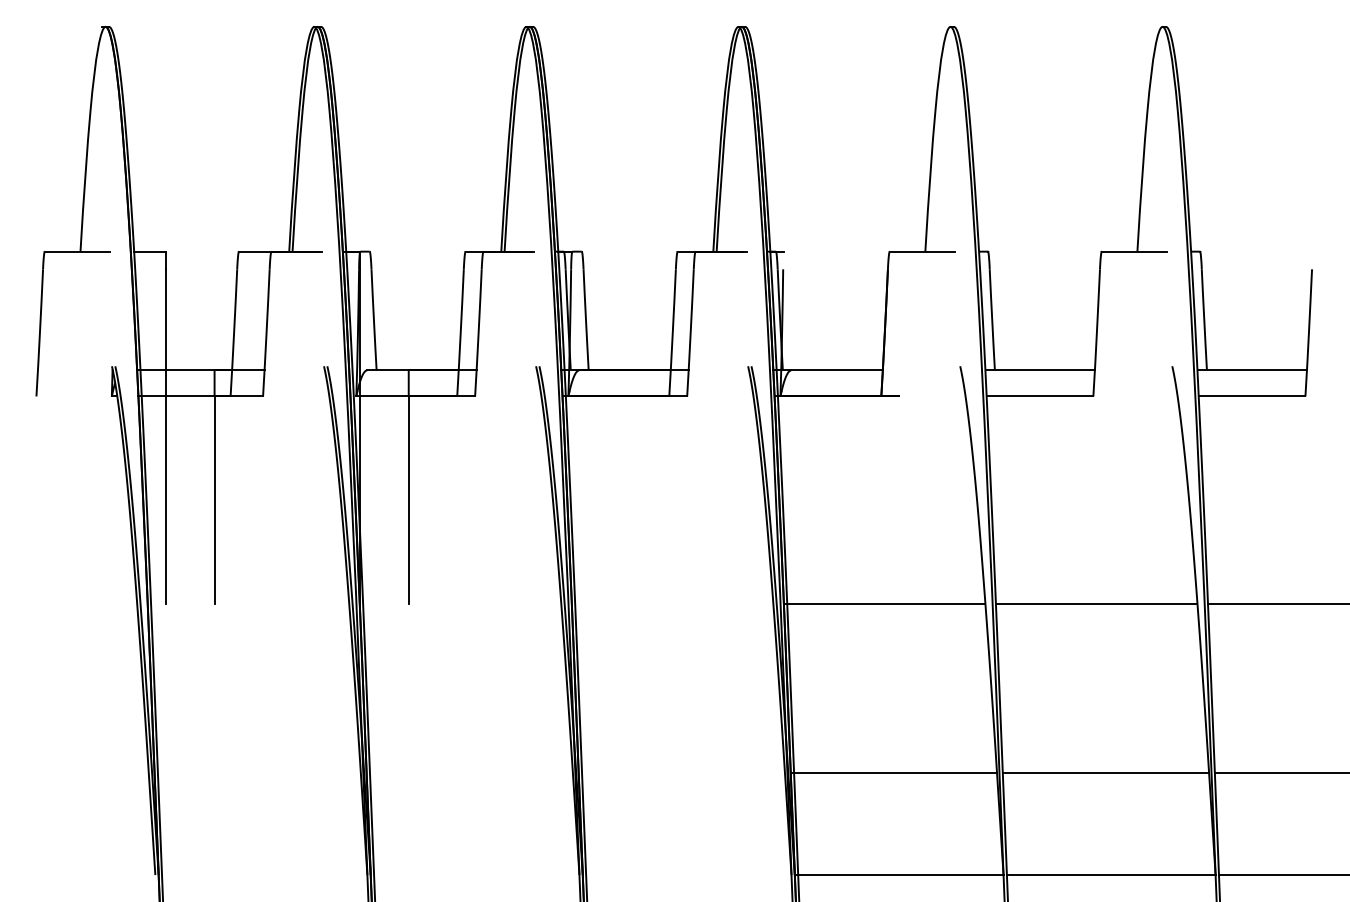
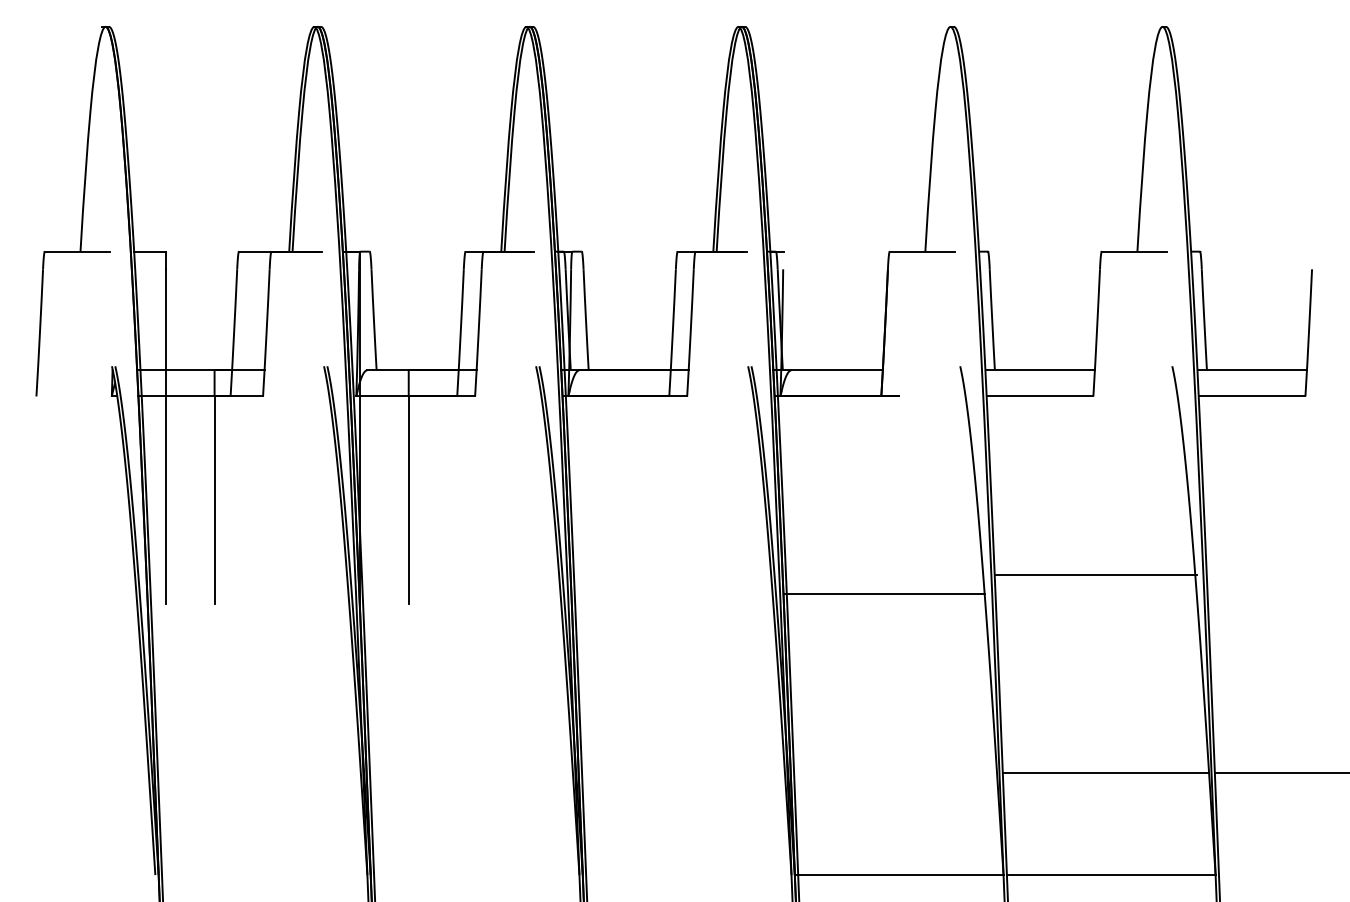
line at (884, 603) position: (884, 603) -> (884, 593)
line at (1096, 603) position: (1096, 603) -> (1096, 574)
line at (1276, 603): present -> none
line at (893, 773): present -> none
line at (1282, 875): present -> none
